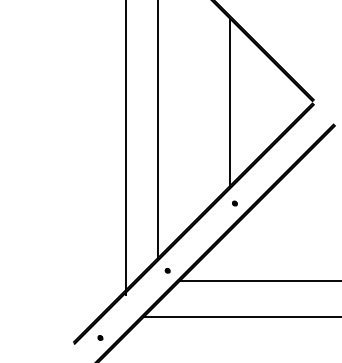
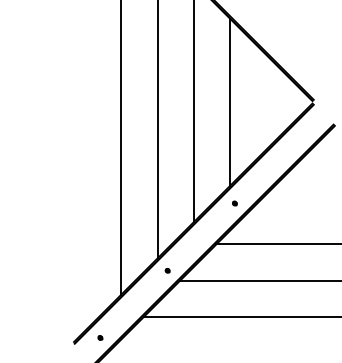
line at (193, 112): none -> present
line at (126, 148) position: (126, 148) -> (121, 148)
line at (277, 244): none -> present
